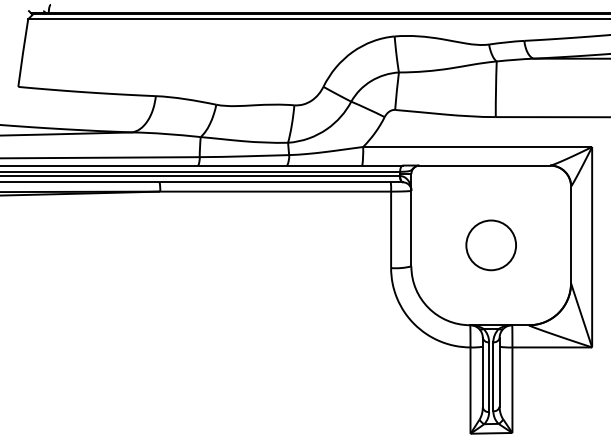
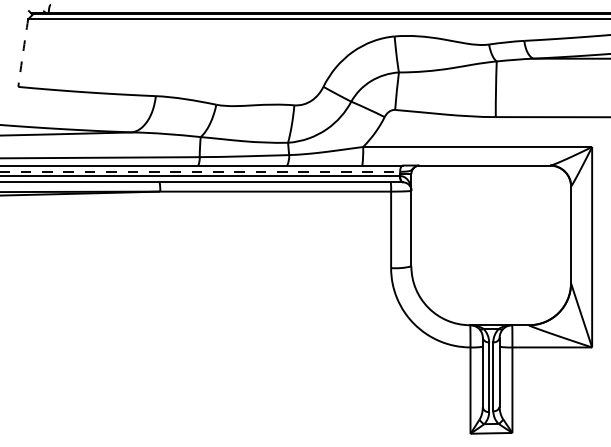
arc at (23, 53): solid -> dashed
line at (200, 171): solid -> dashed
circle at (490, 245): present -> none
